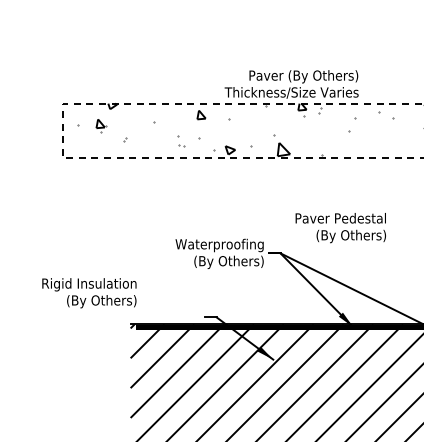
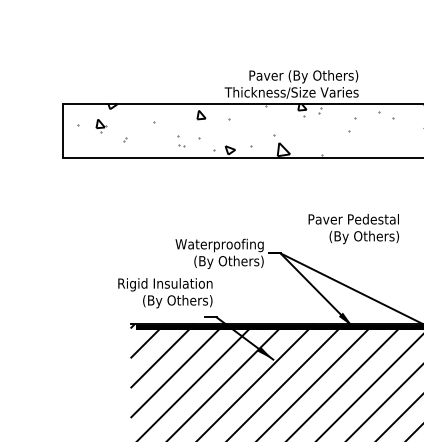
line at (62, 130): dashed -> solid
text at (340, 228) position: (340, 228) -> (353, 229)
text at (89, 293) position: (89, 293) -> (165, 293)
